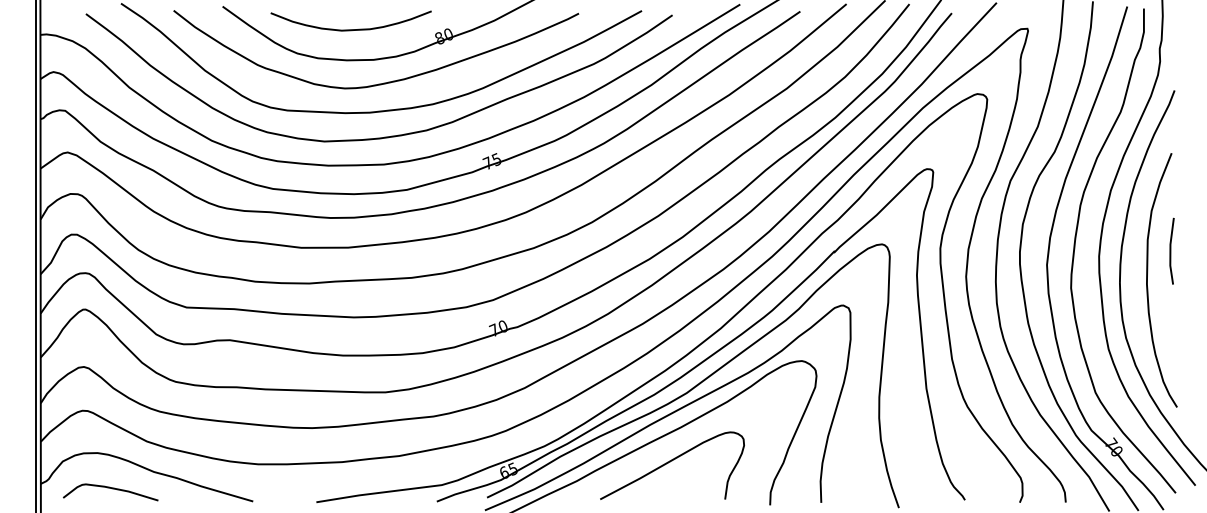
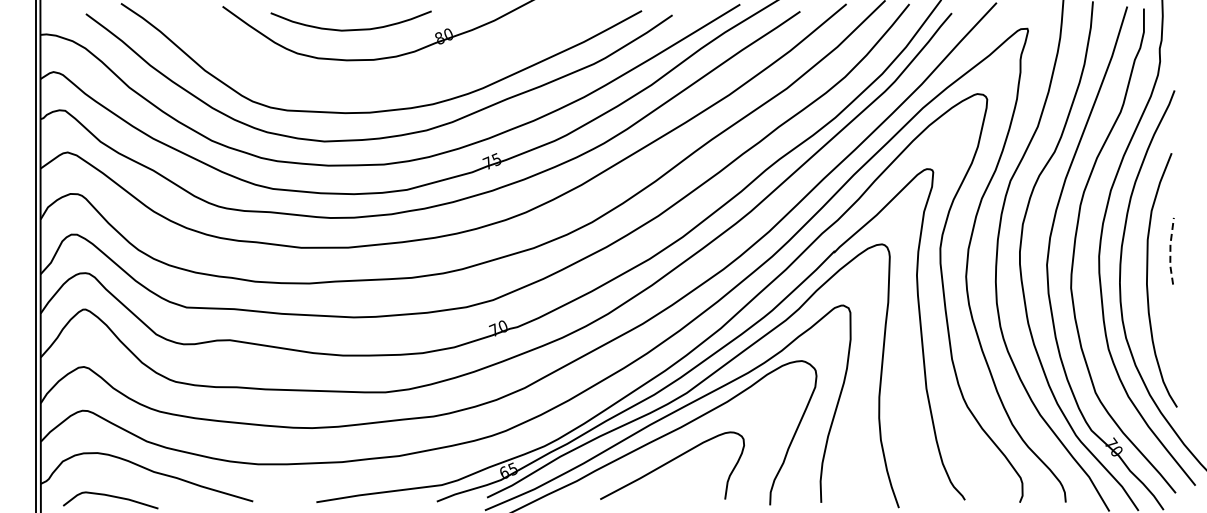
curve at (383, 82): present -> none
line at (1170, 251): solid -> dashed
curve at (112, 489) position: (112, 489) -> (112, 497)
